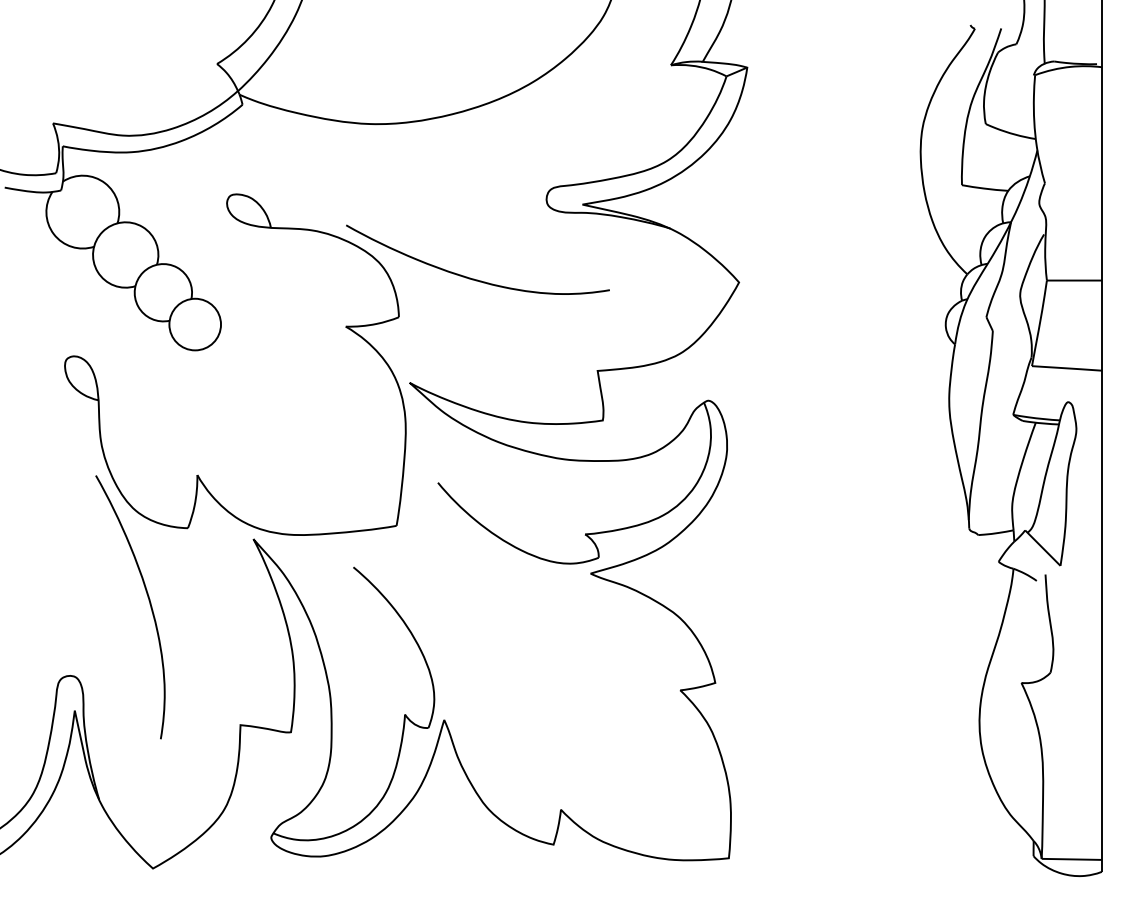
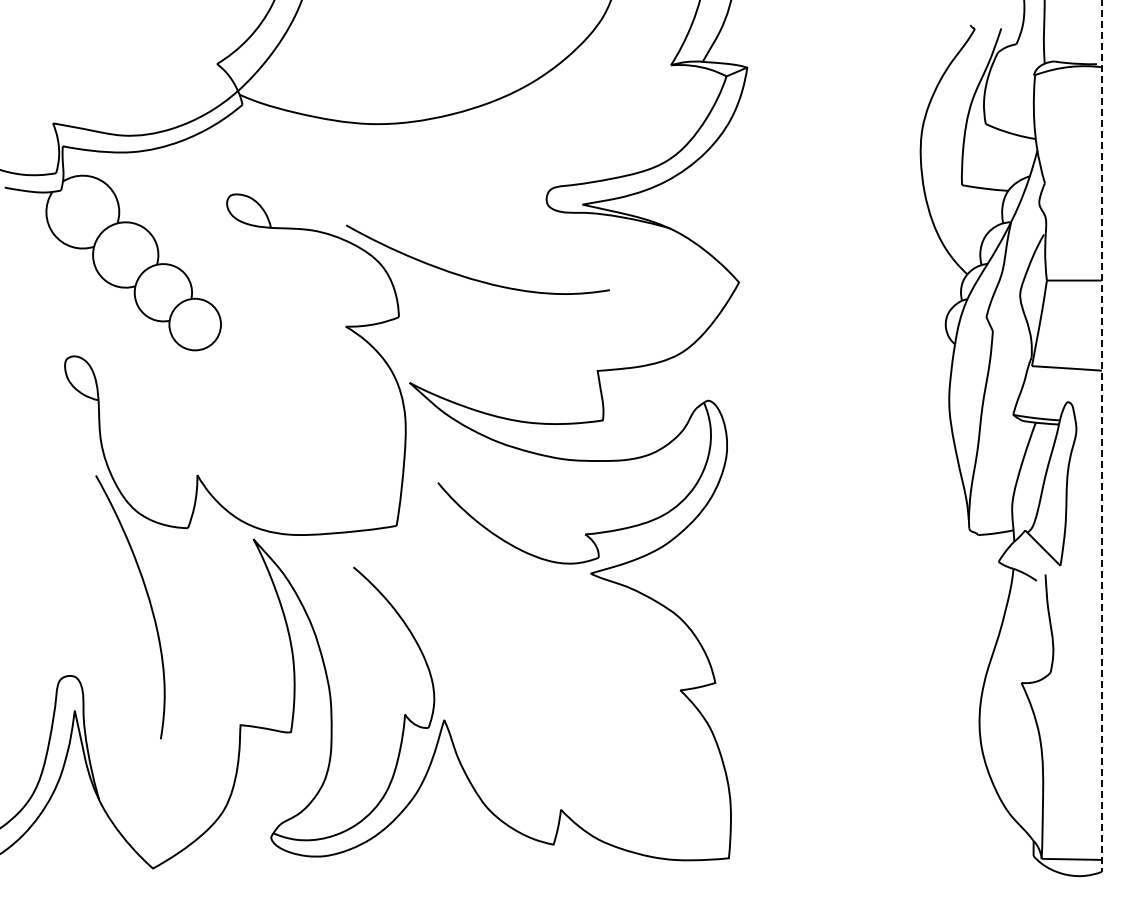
line at (1101, 436): solid -> dashed
